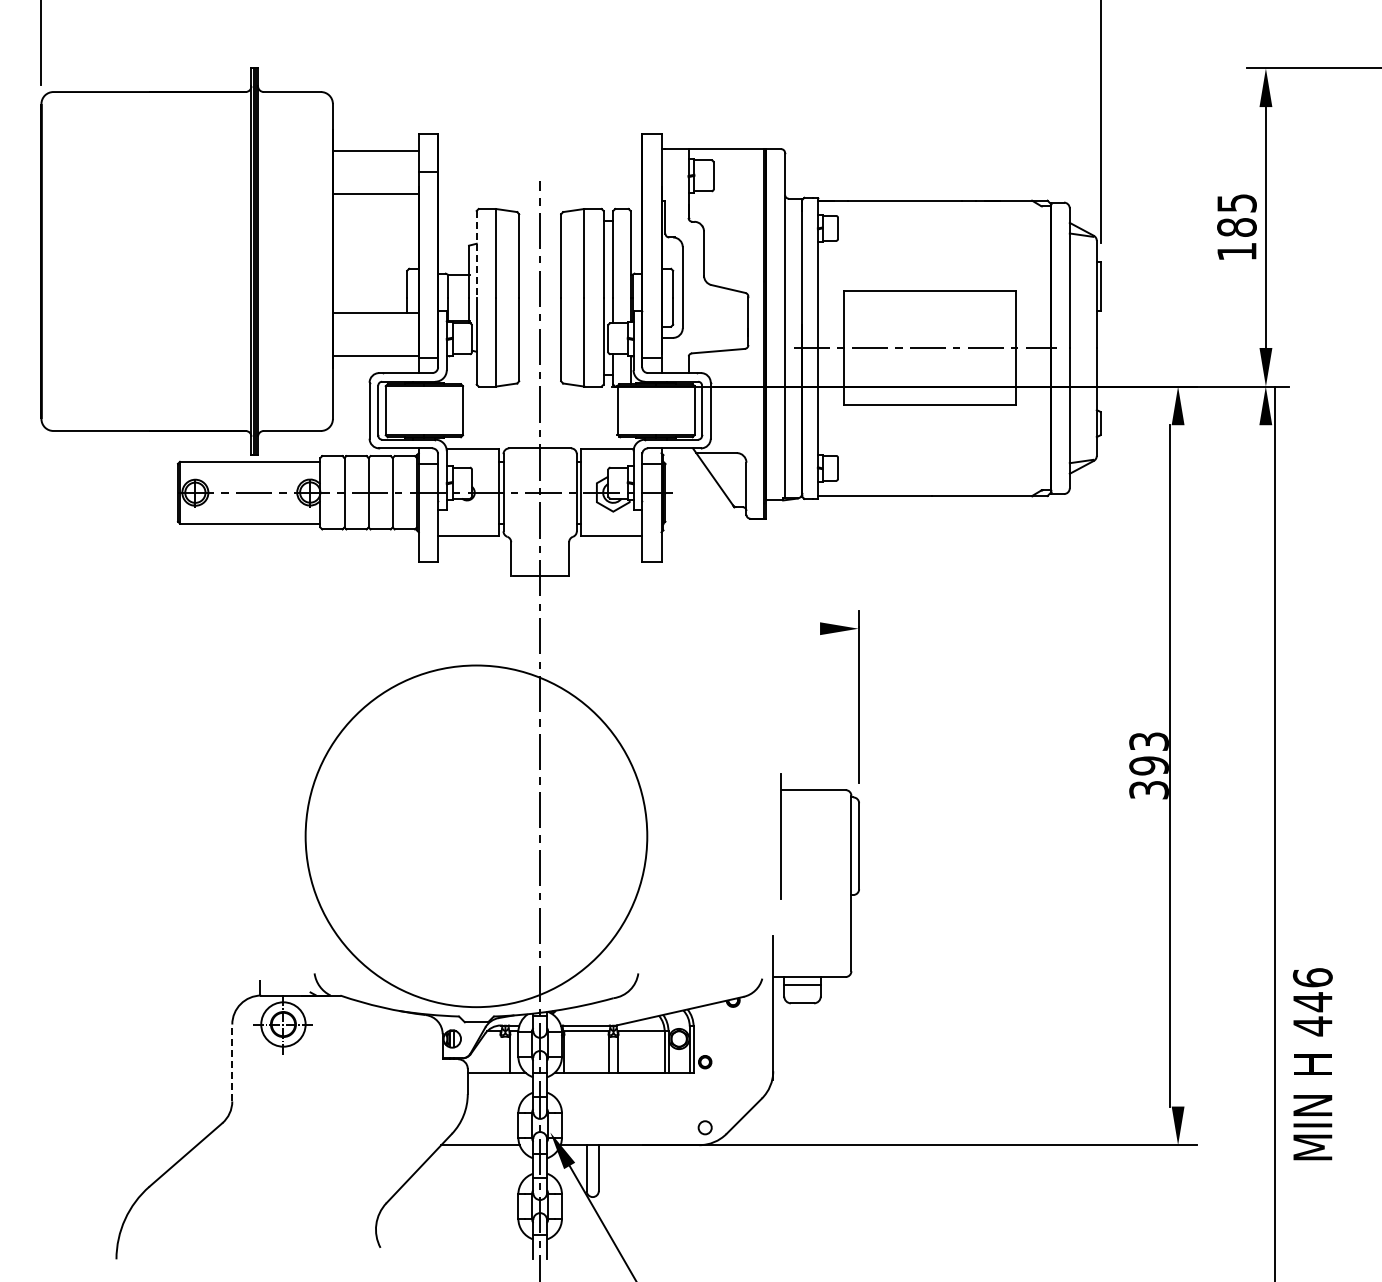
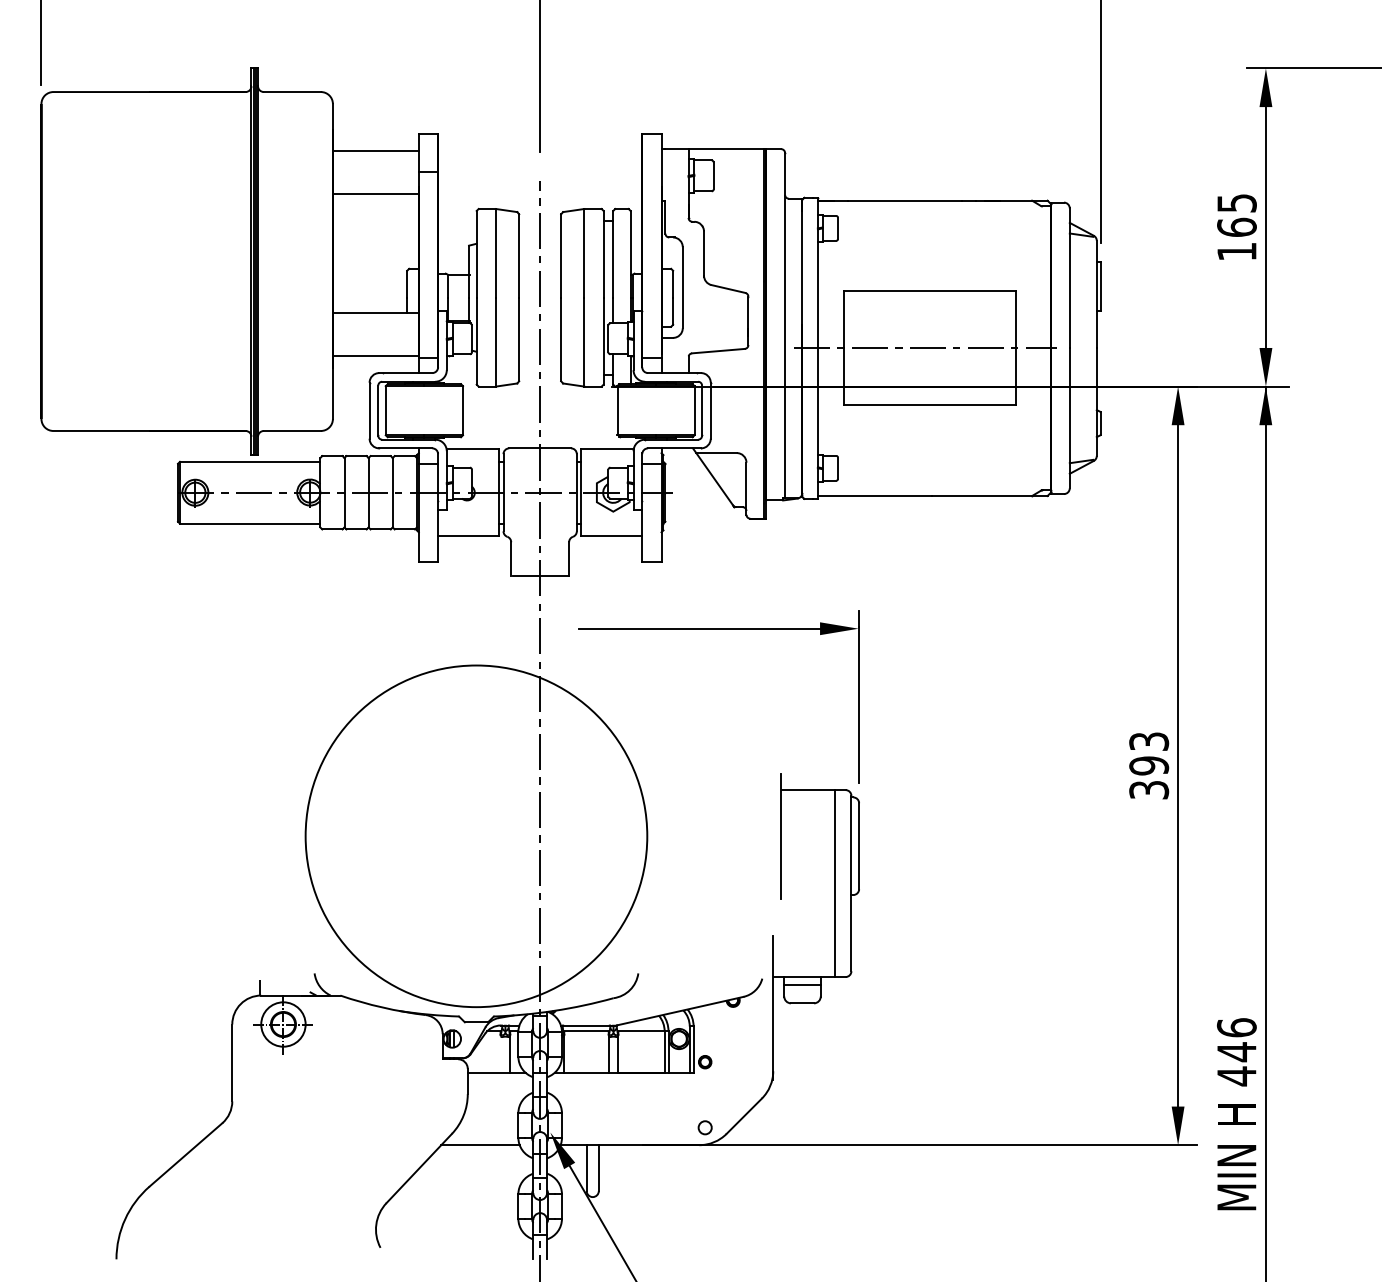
line at (540, 76): none -> present
text at (1236, 226): 185 -> 165
line at (476, 254): dashed -> solid
line at (699, 628): none -> present
line at (1170, 765) position: (1170, 765) -> (1178, 765)
line at (1274, 832) position: (1274, 832) -> (1265, 832)
line at (835, 883): none -> present
line at (232, 1062): dashed -> solid
text at (1312, 1064) position: (1312, 1064) -> (1236, 1114)
